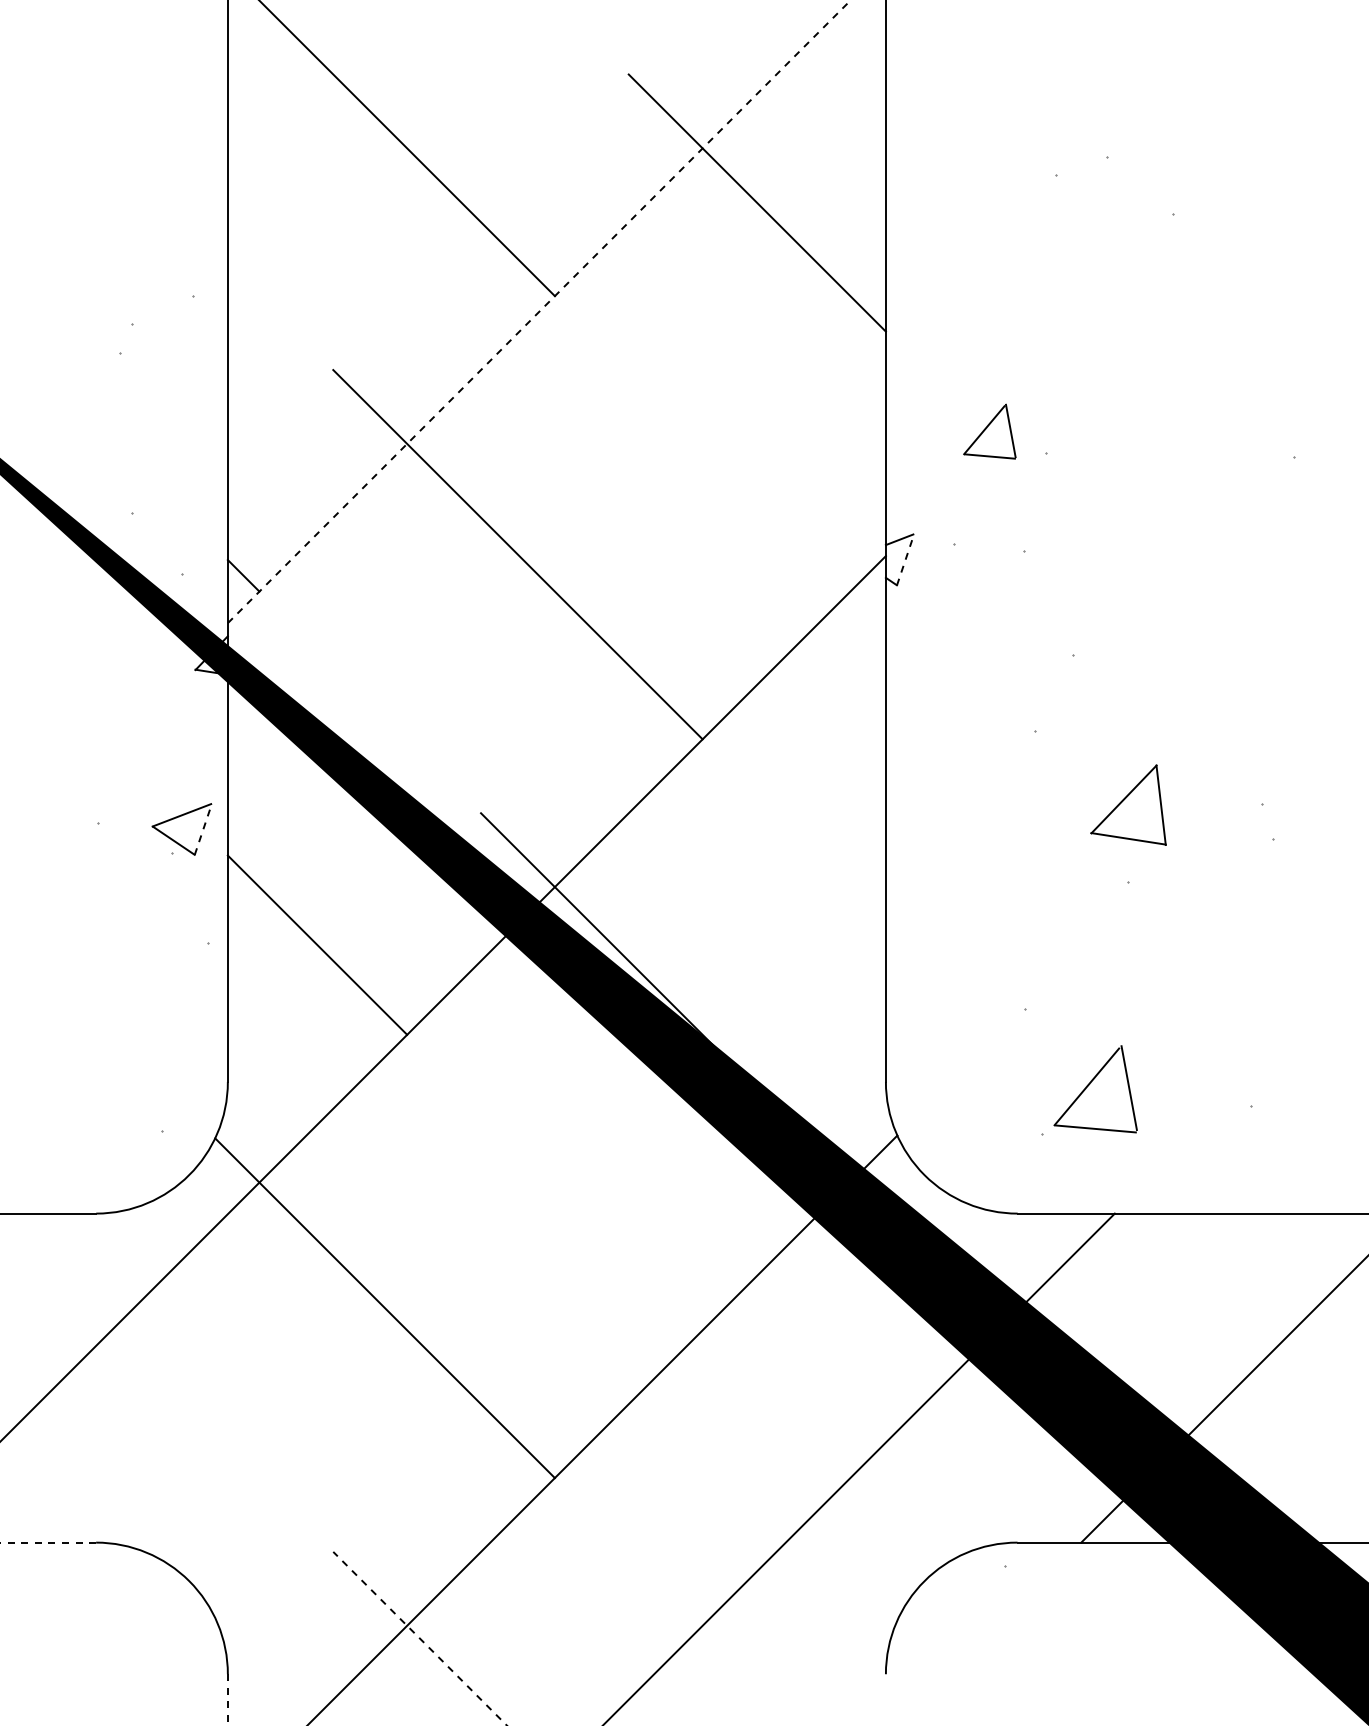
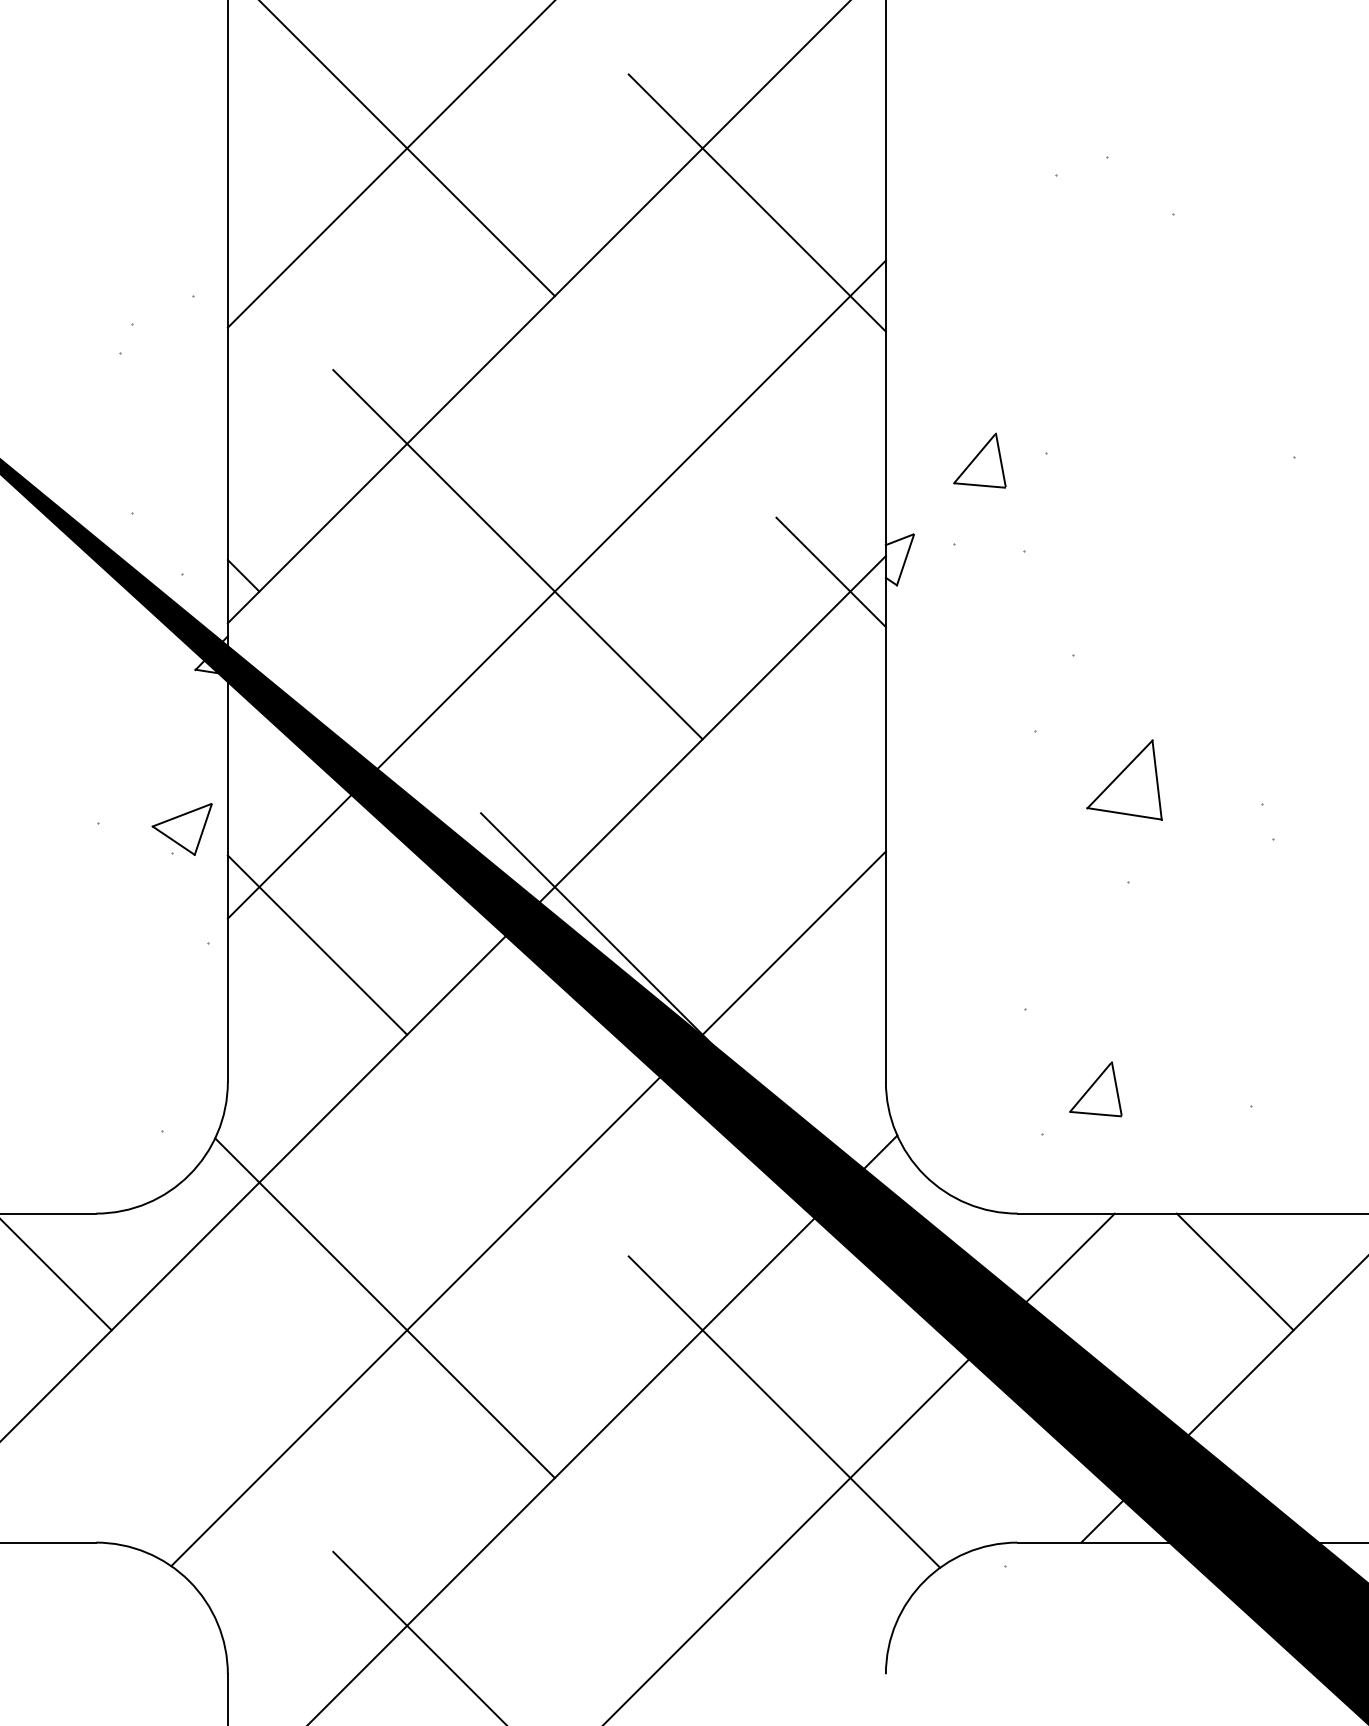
line at (390, 164): none -> present
line at (539, 311): dashed -> solid
part at (989, 431) position: (989, 431) -> (979, 460)
line at (905, 560): dashed -> solid
line at (830, 572): none -> present
line at (556, 589): none -> present
part at (1128, 804) position: (1128, 804) -> (1124, 779)
line at (203, 829): dashed -> solid
part at (1095, 1089) size: 85x89 px -> 54x57 px
line at (528, 1208): none -> present
line at (1234, 1271): none -> present
line at (56, 1275): none -> present
line at (784, 1411): none -> present
line at (48, 1542): dashed -> solid
line at (420, 1638): dashed -> solid
line at (227, 1700): dashed -> solid
